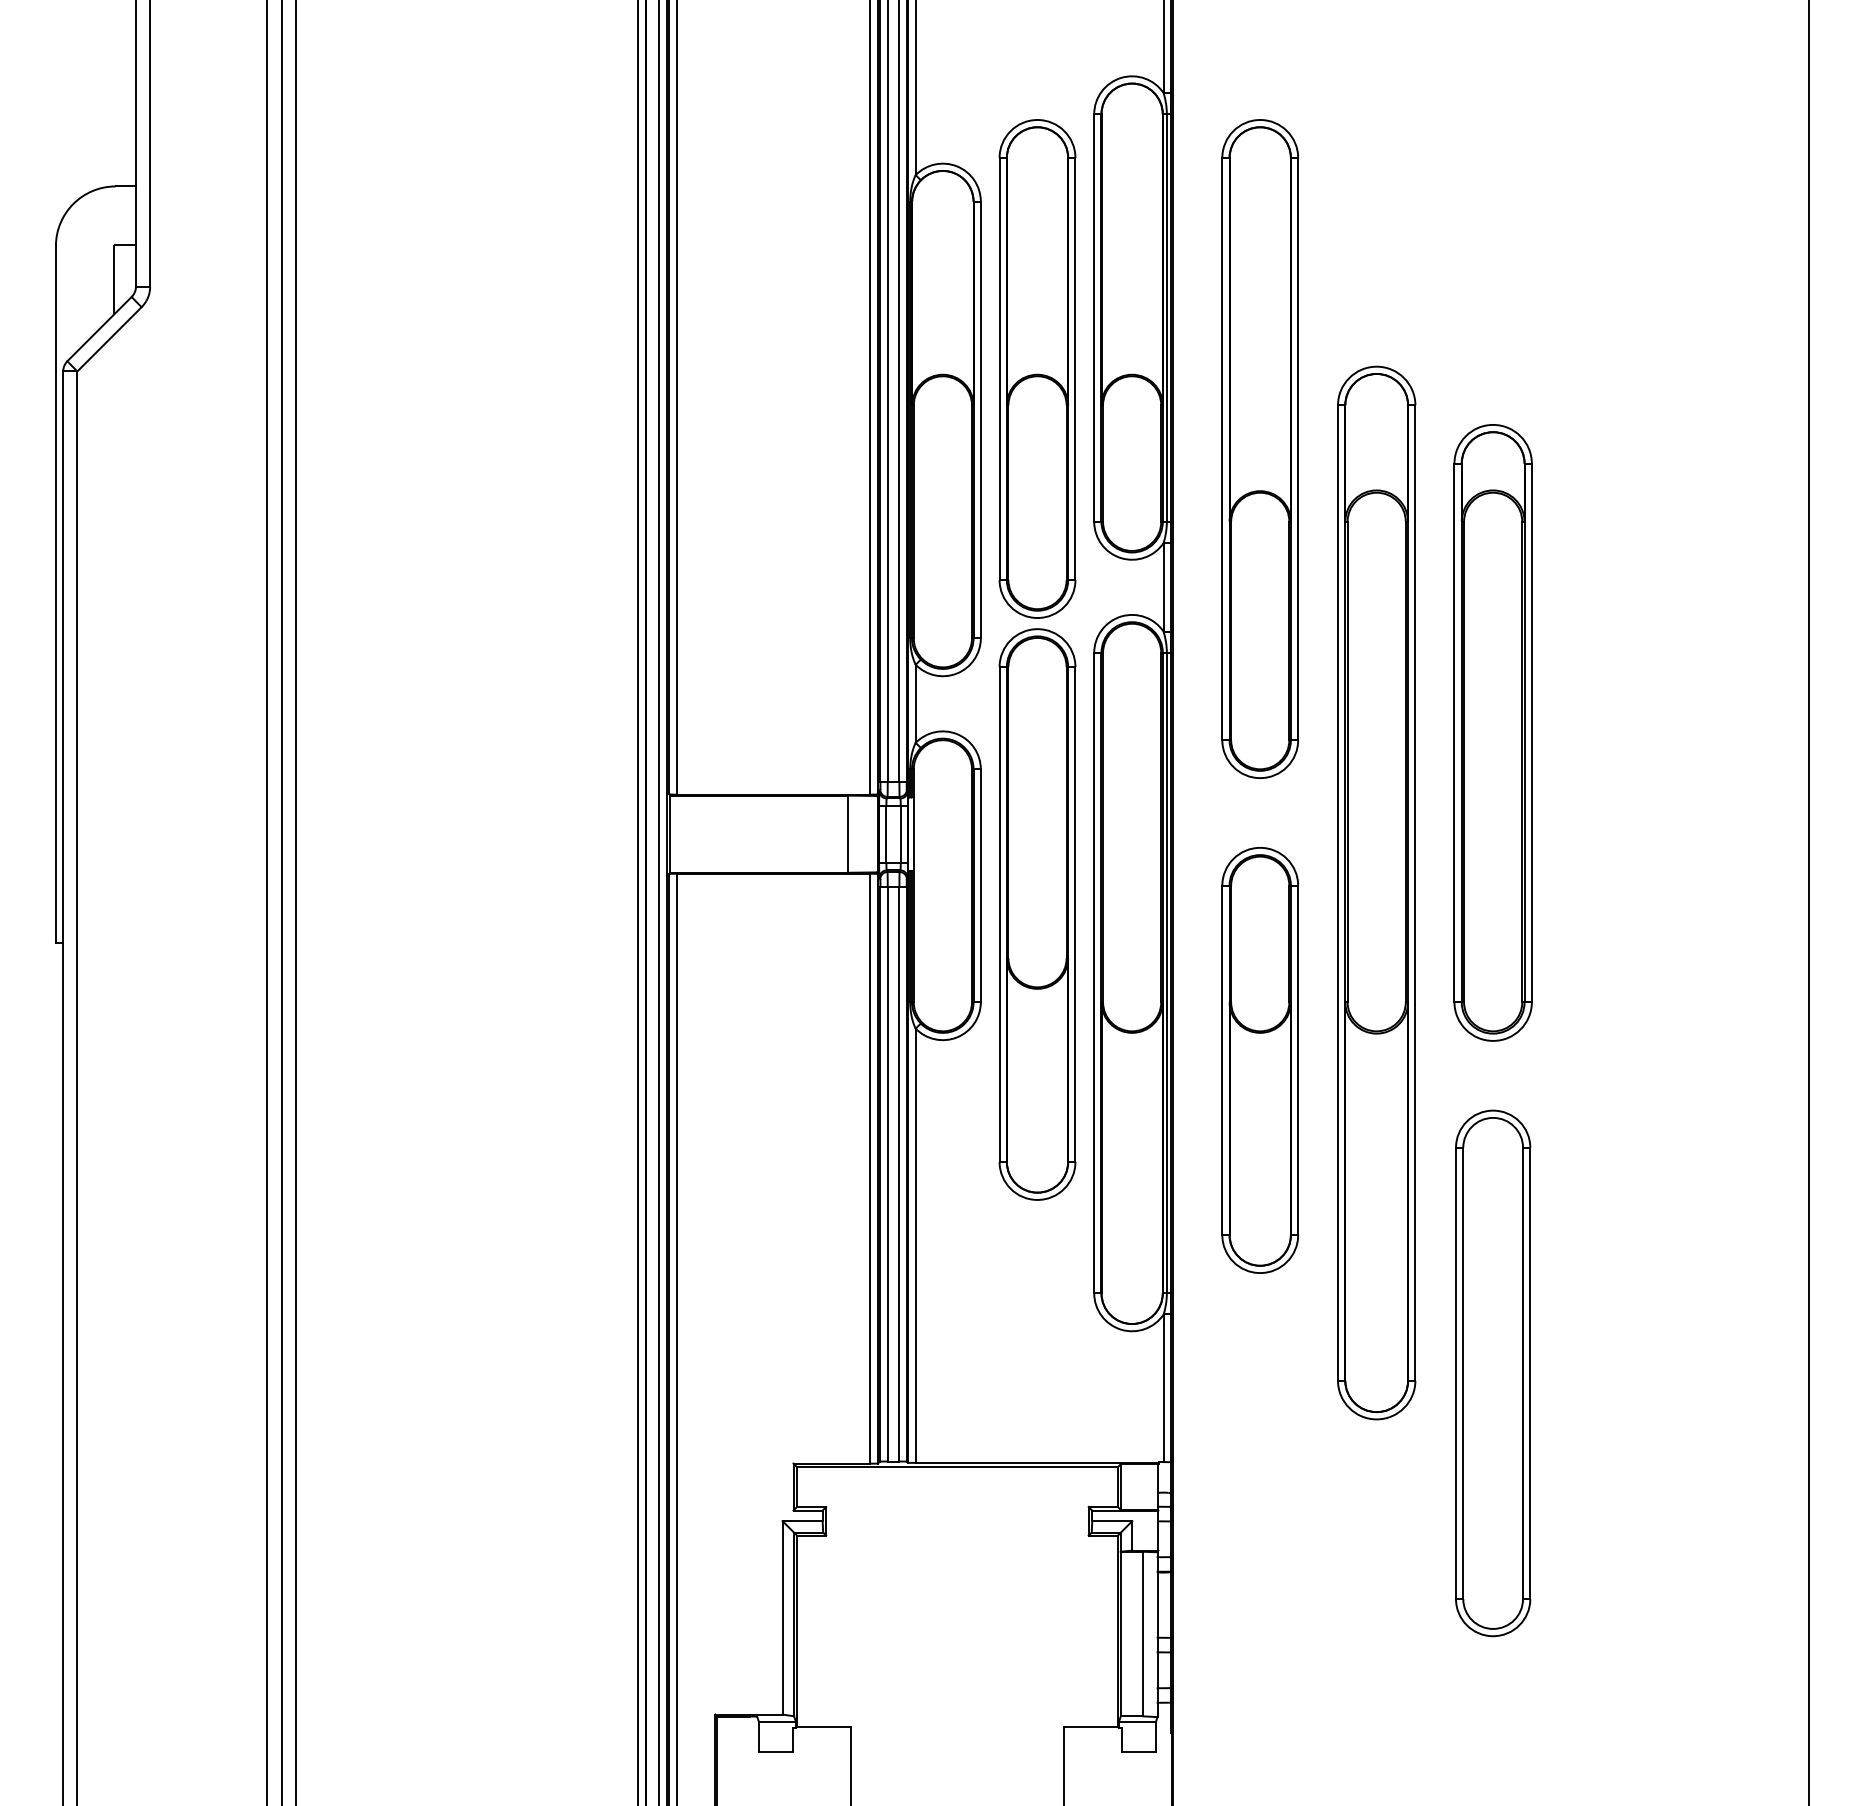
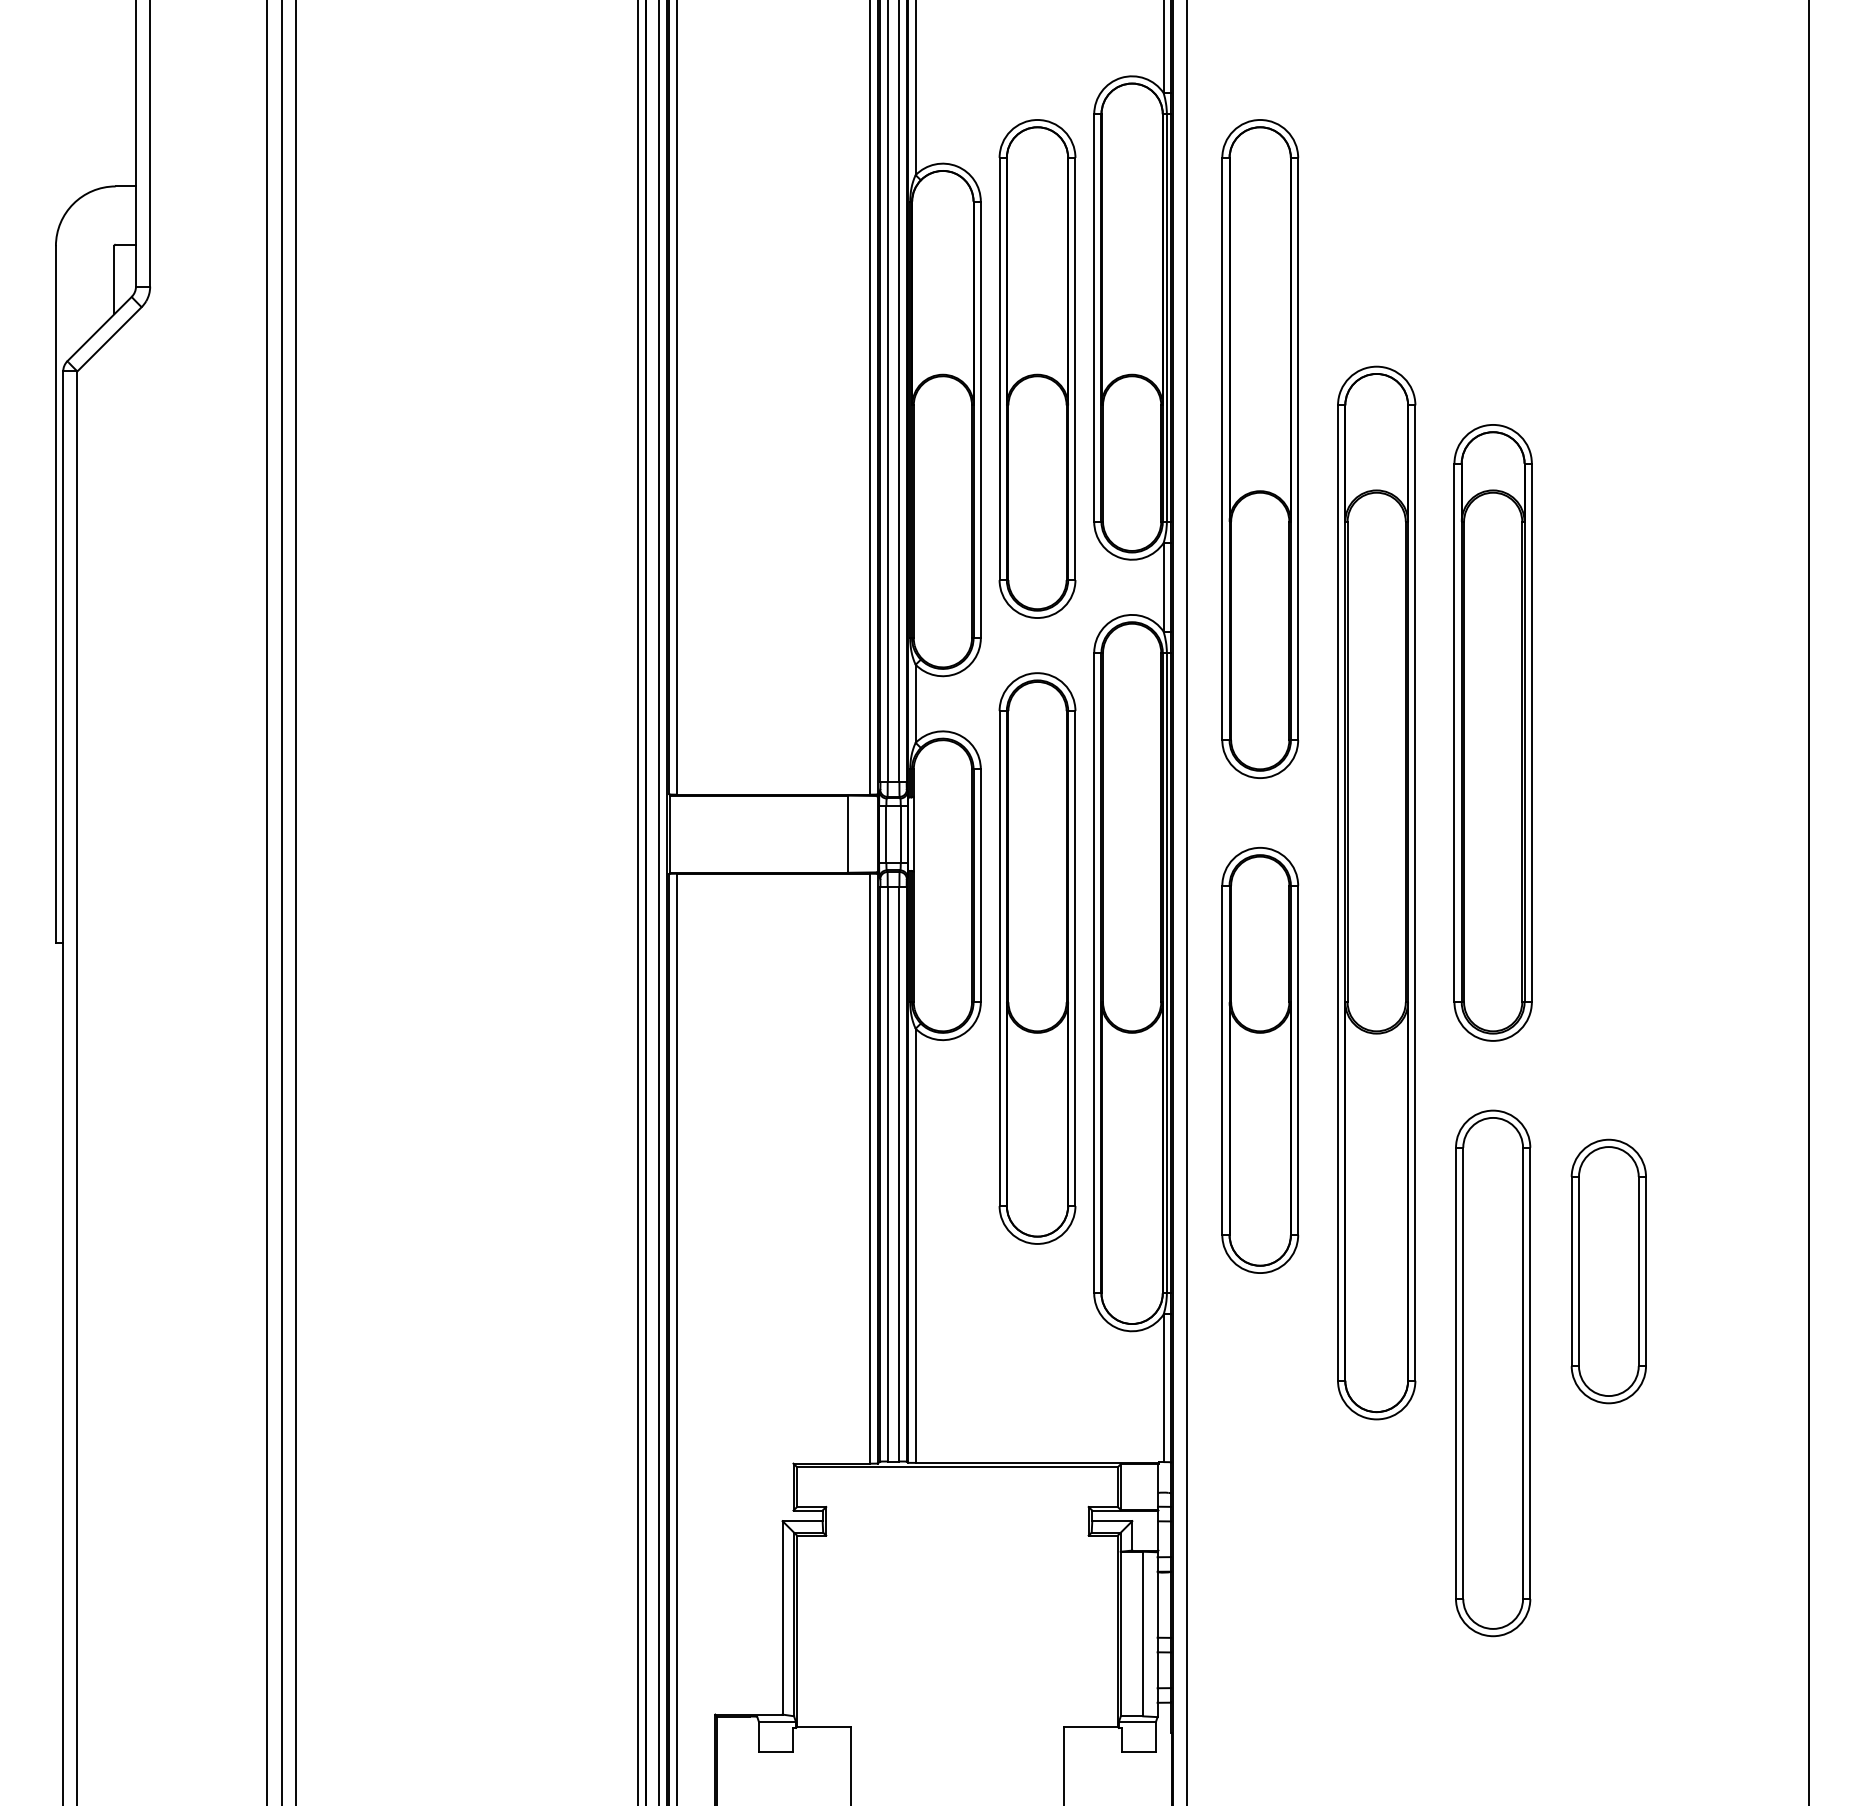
line at (1187, 902): none -> present
part at (1037, 914) position: (1037, 914) -> (1037, 958)
part at (1608, 1271): none -> present
